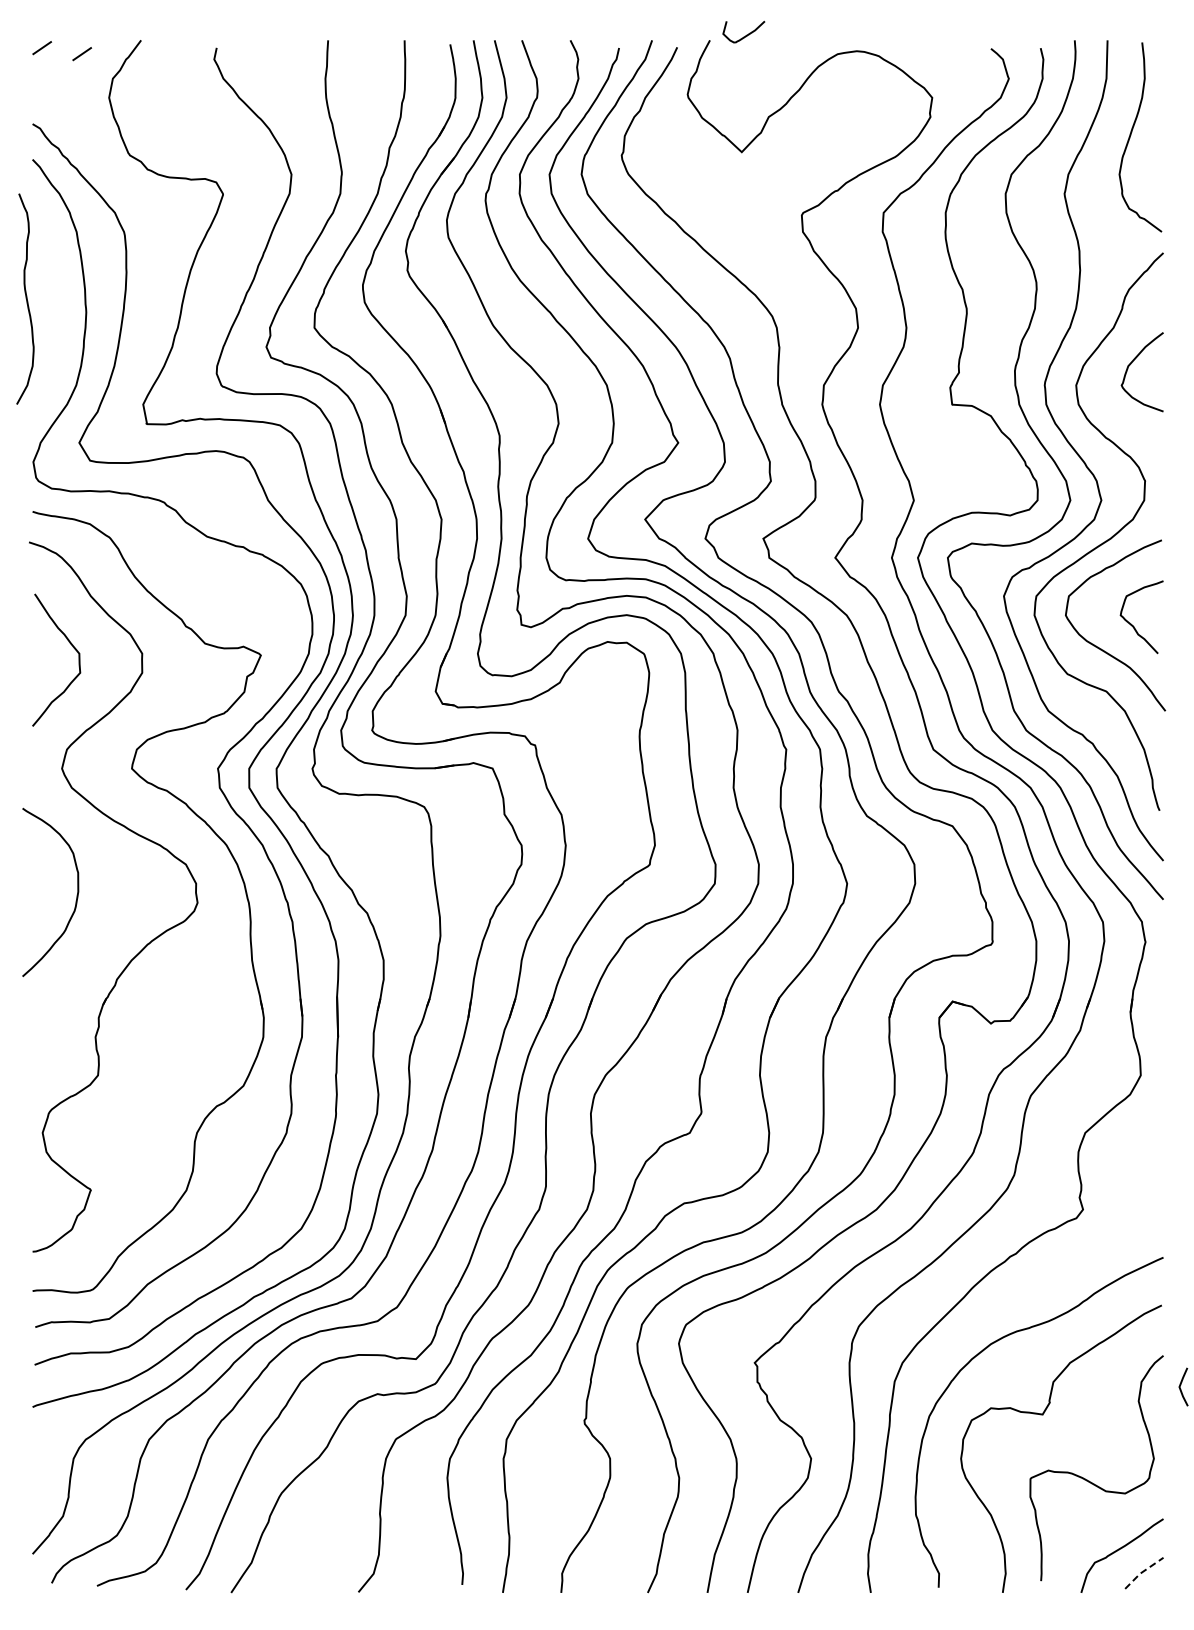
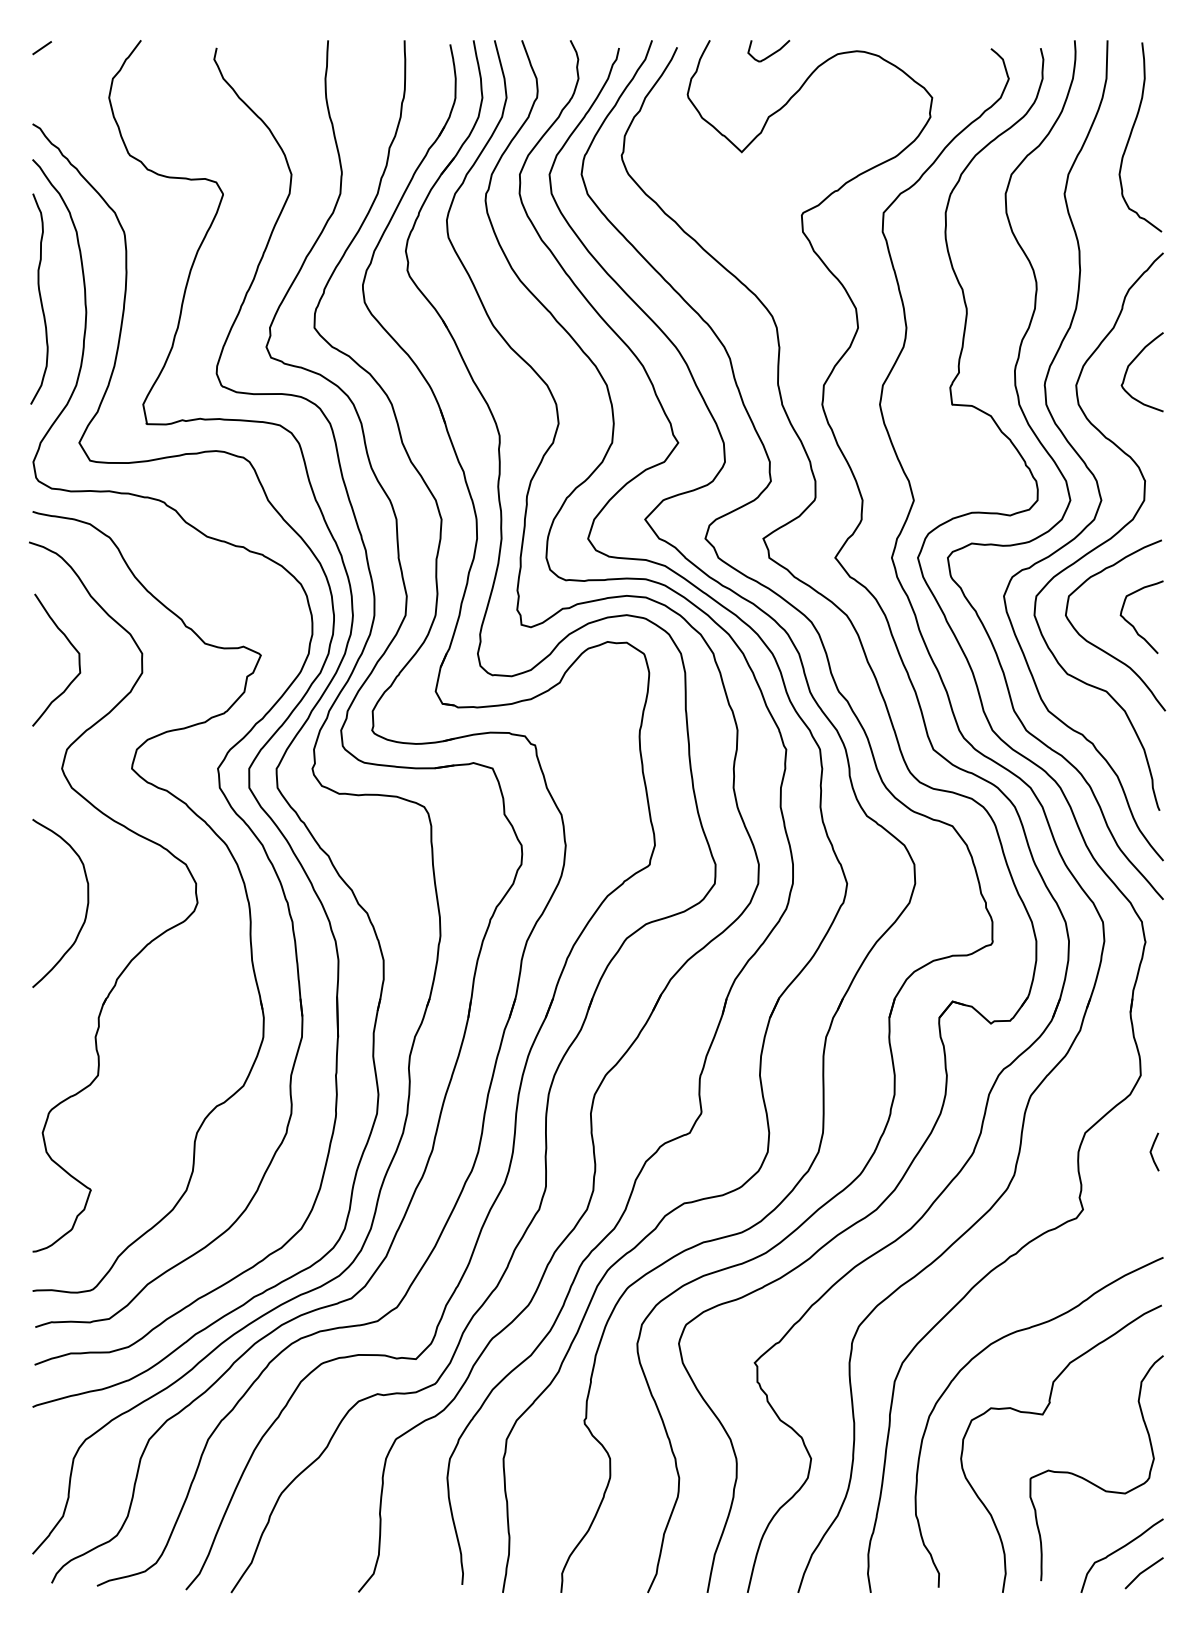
curve at (746, 34) position: (746, 34) -> (771, 53)
line at (81, 54): present -> none
curve at (25, 298) position: (25, 298) -> (39, 298)
curve at (76, 895) position: (76, 895) -> (86, 906)
line at (1181, 1385) position: (1181, 1385) -> (1152, 1150)
line at (1142, 1572): dashed -> solid
